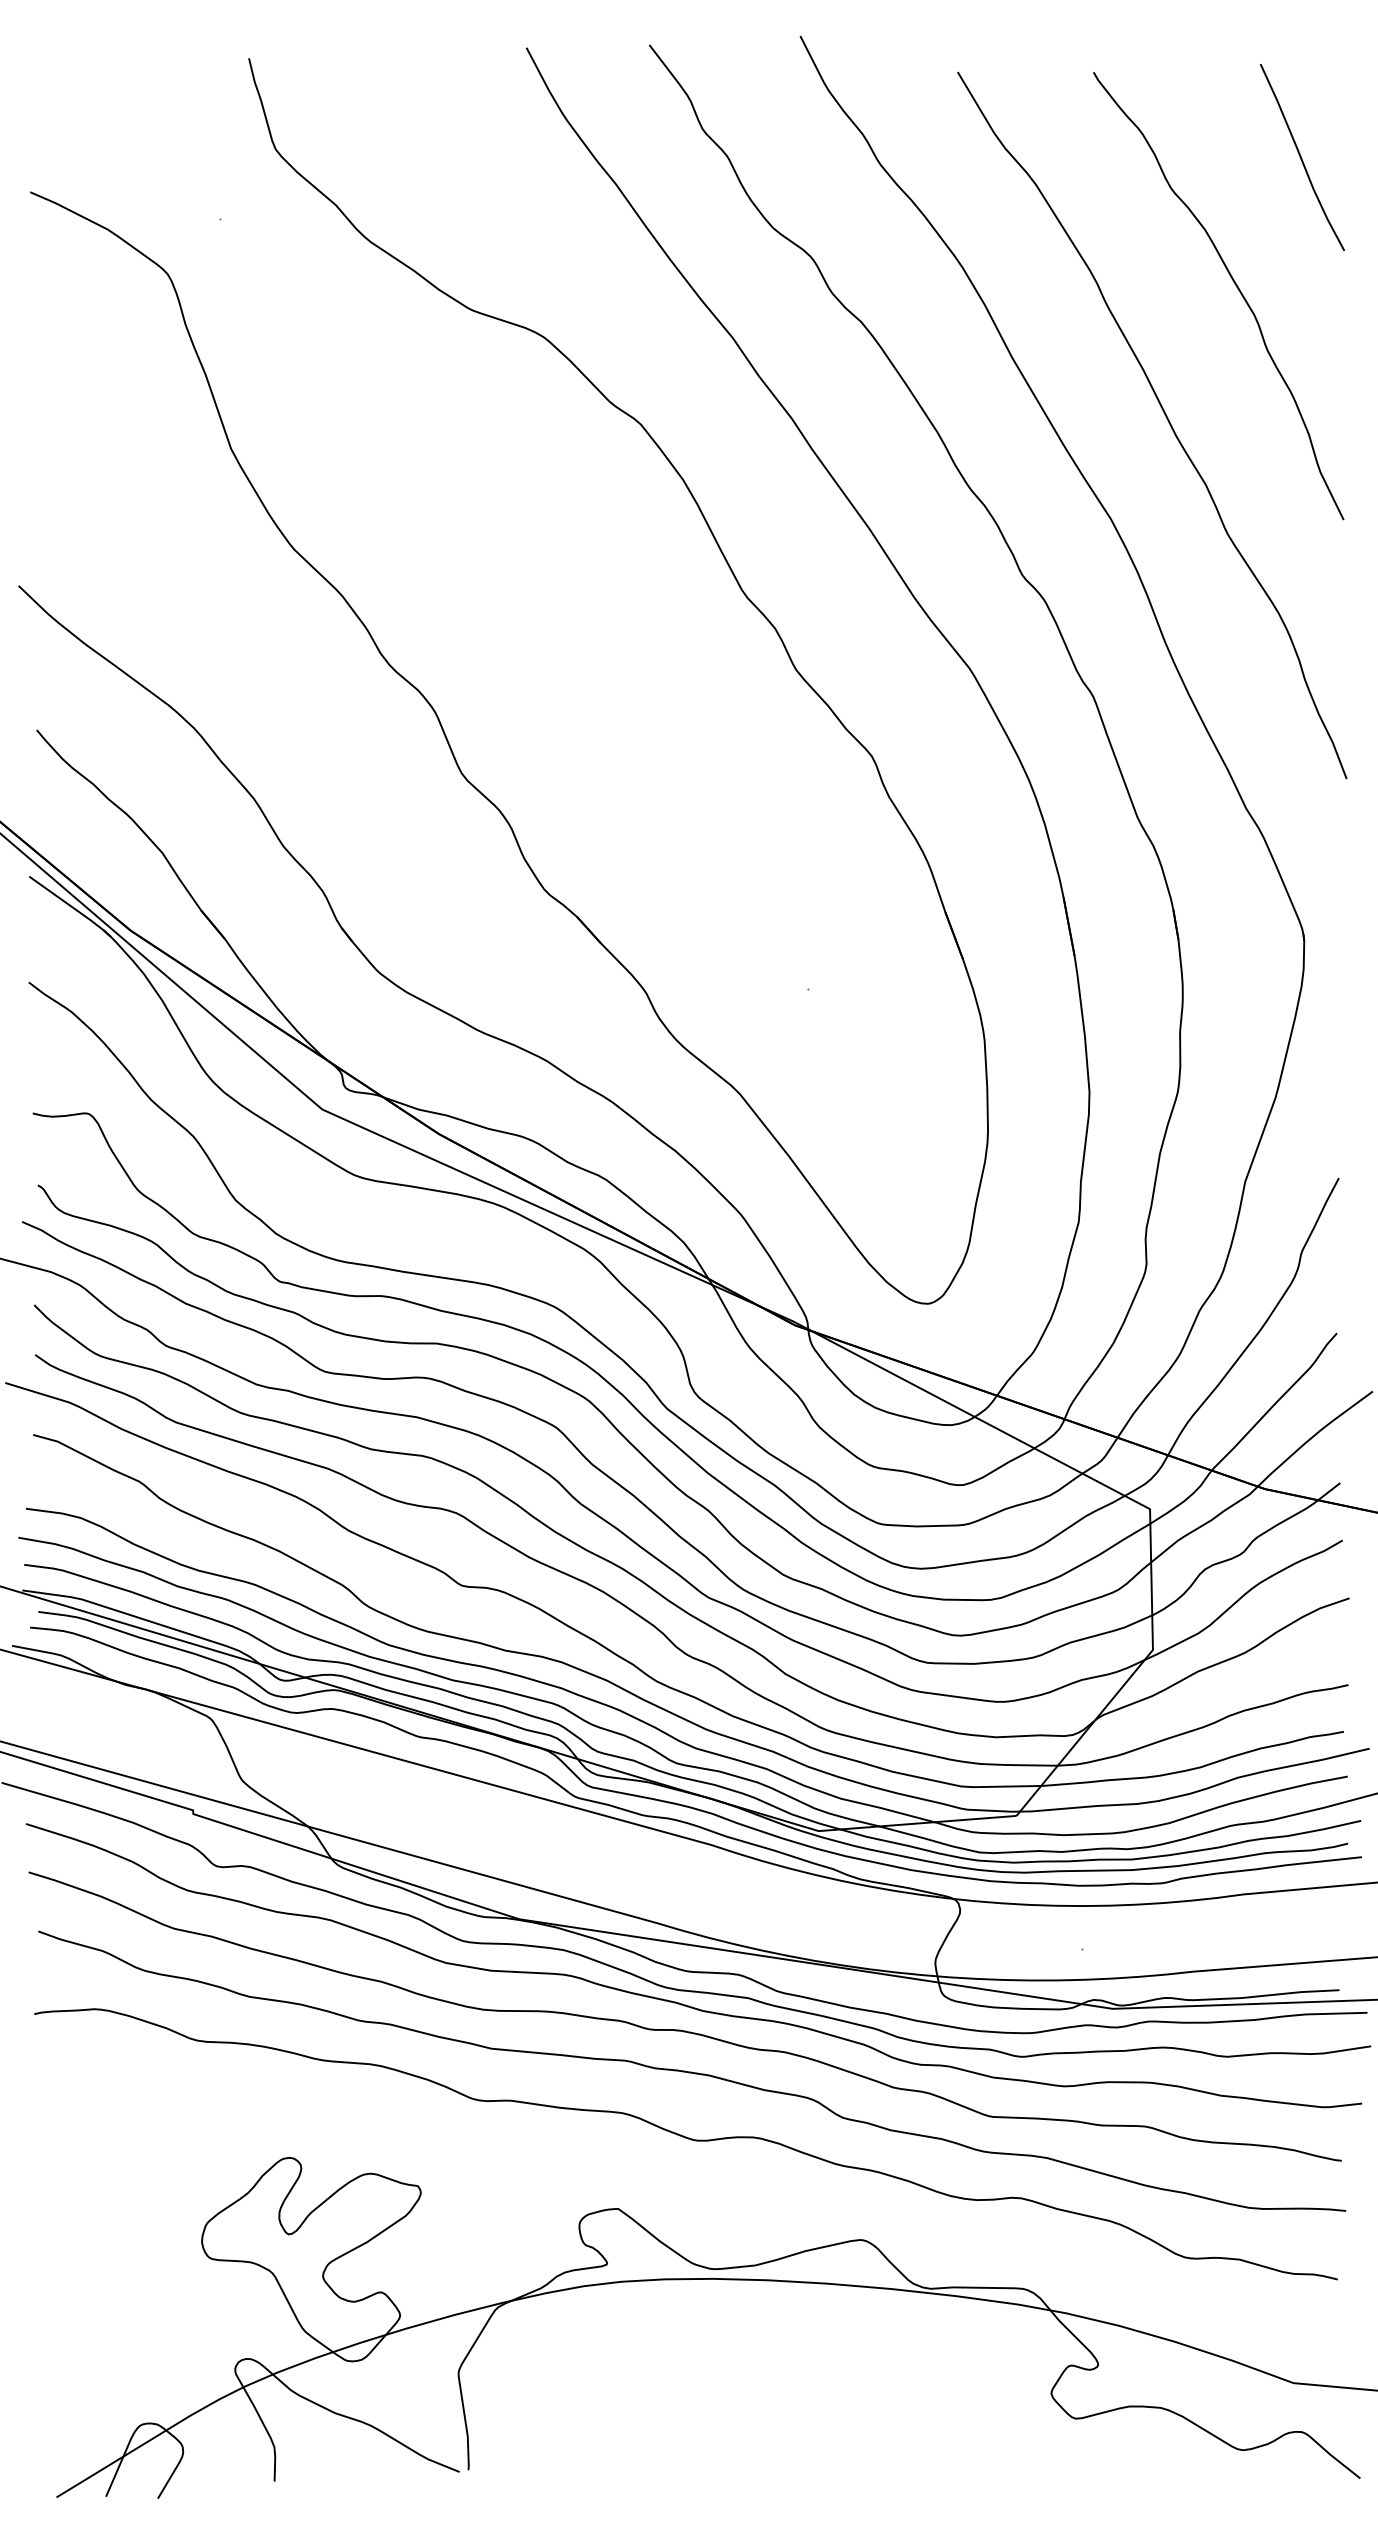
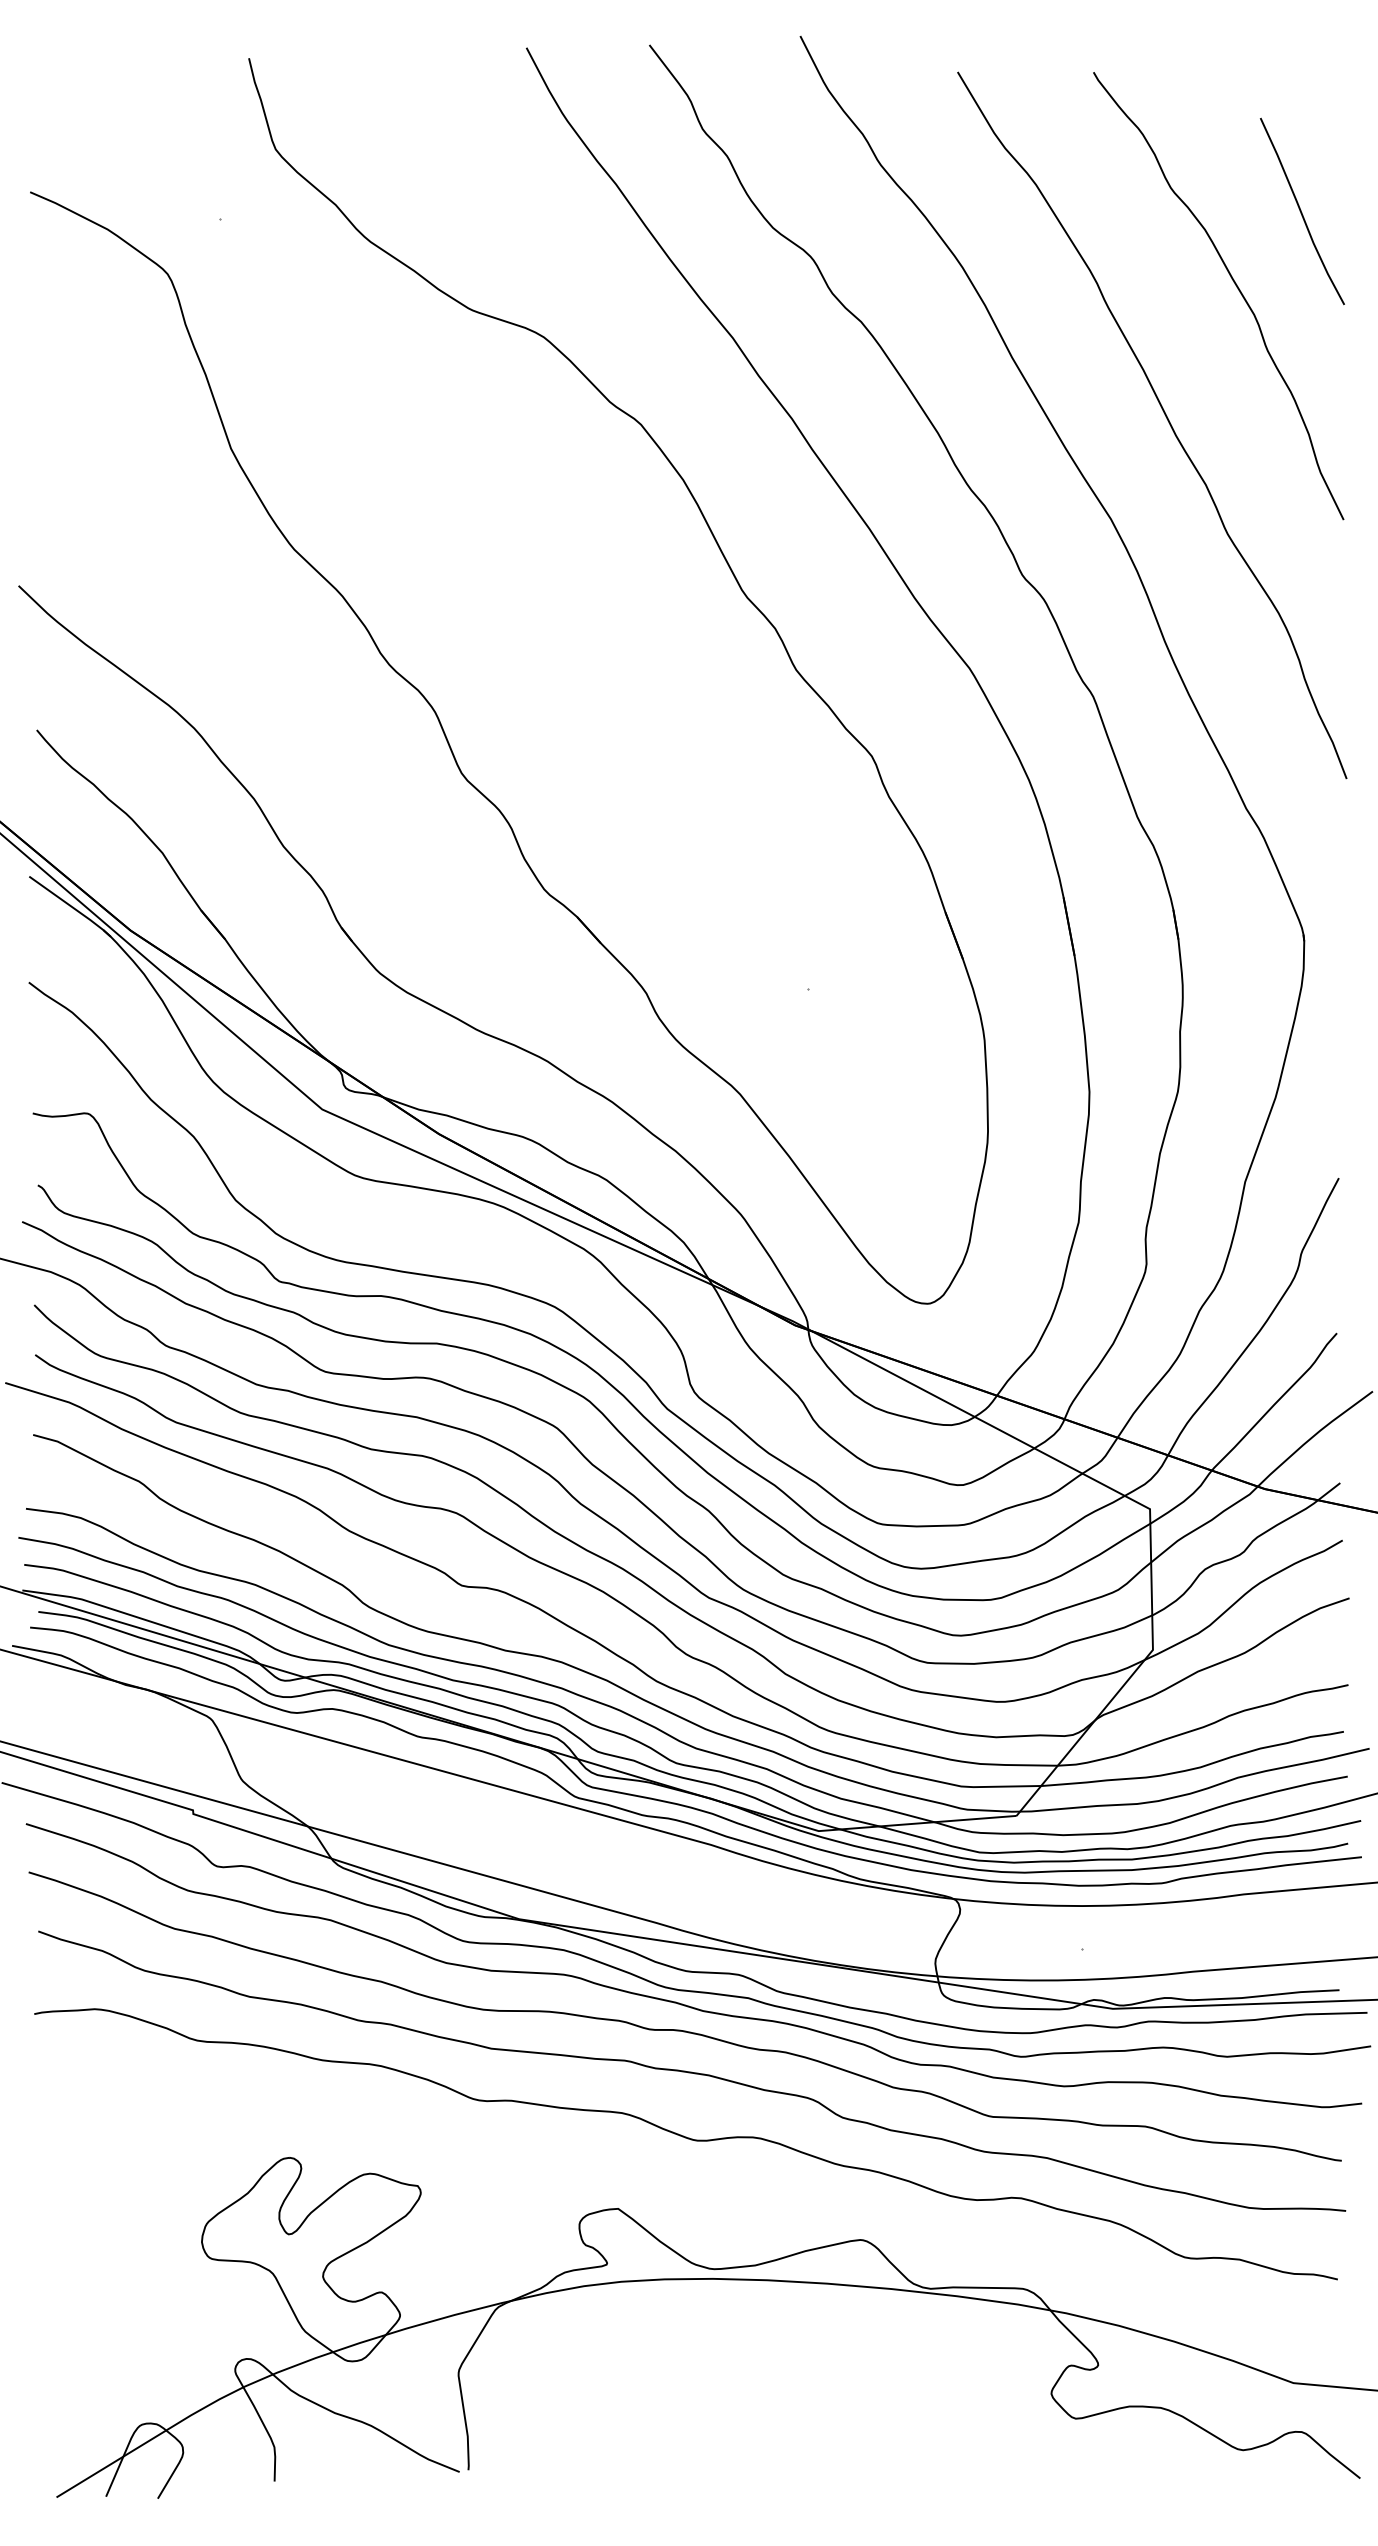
curve at (1301, 157) position: (1301, 157) -> (1301, 211)
